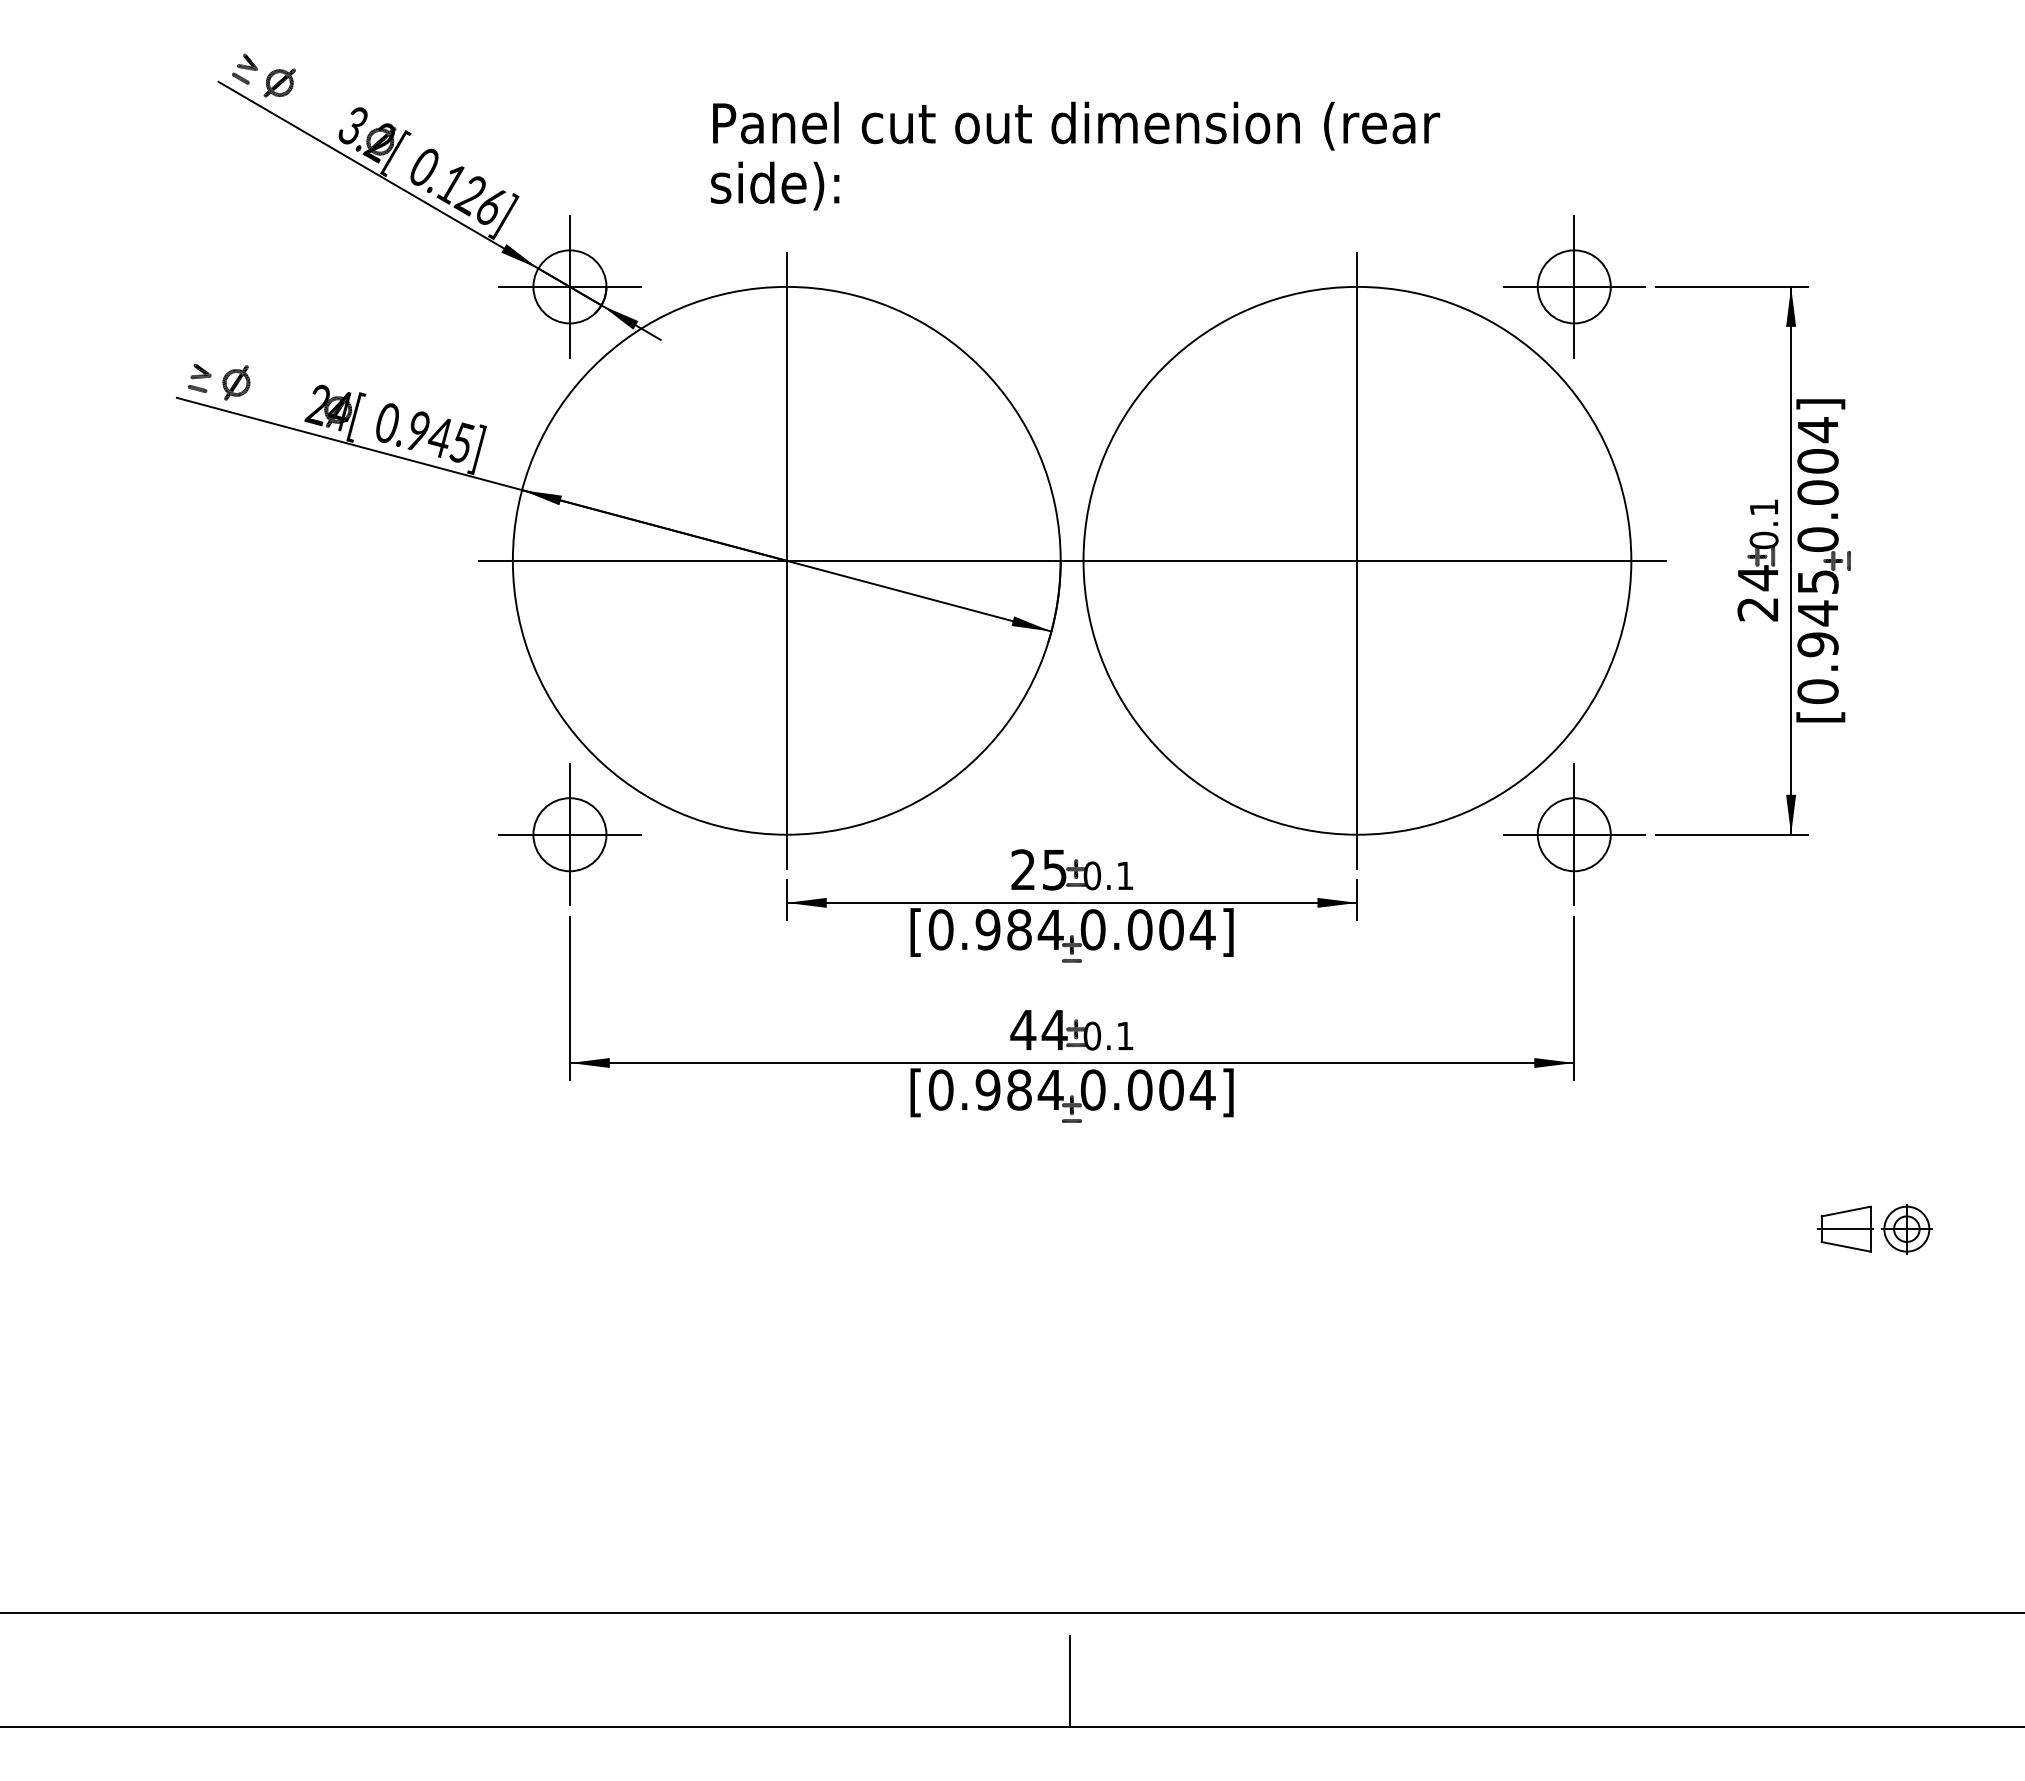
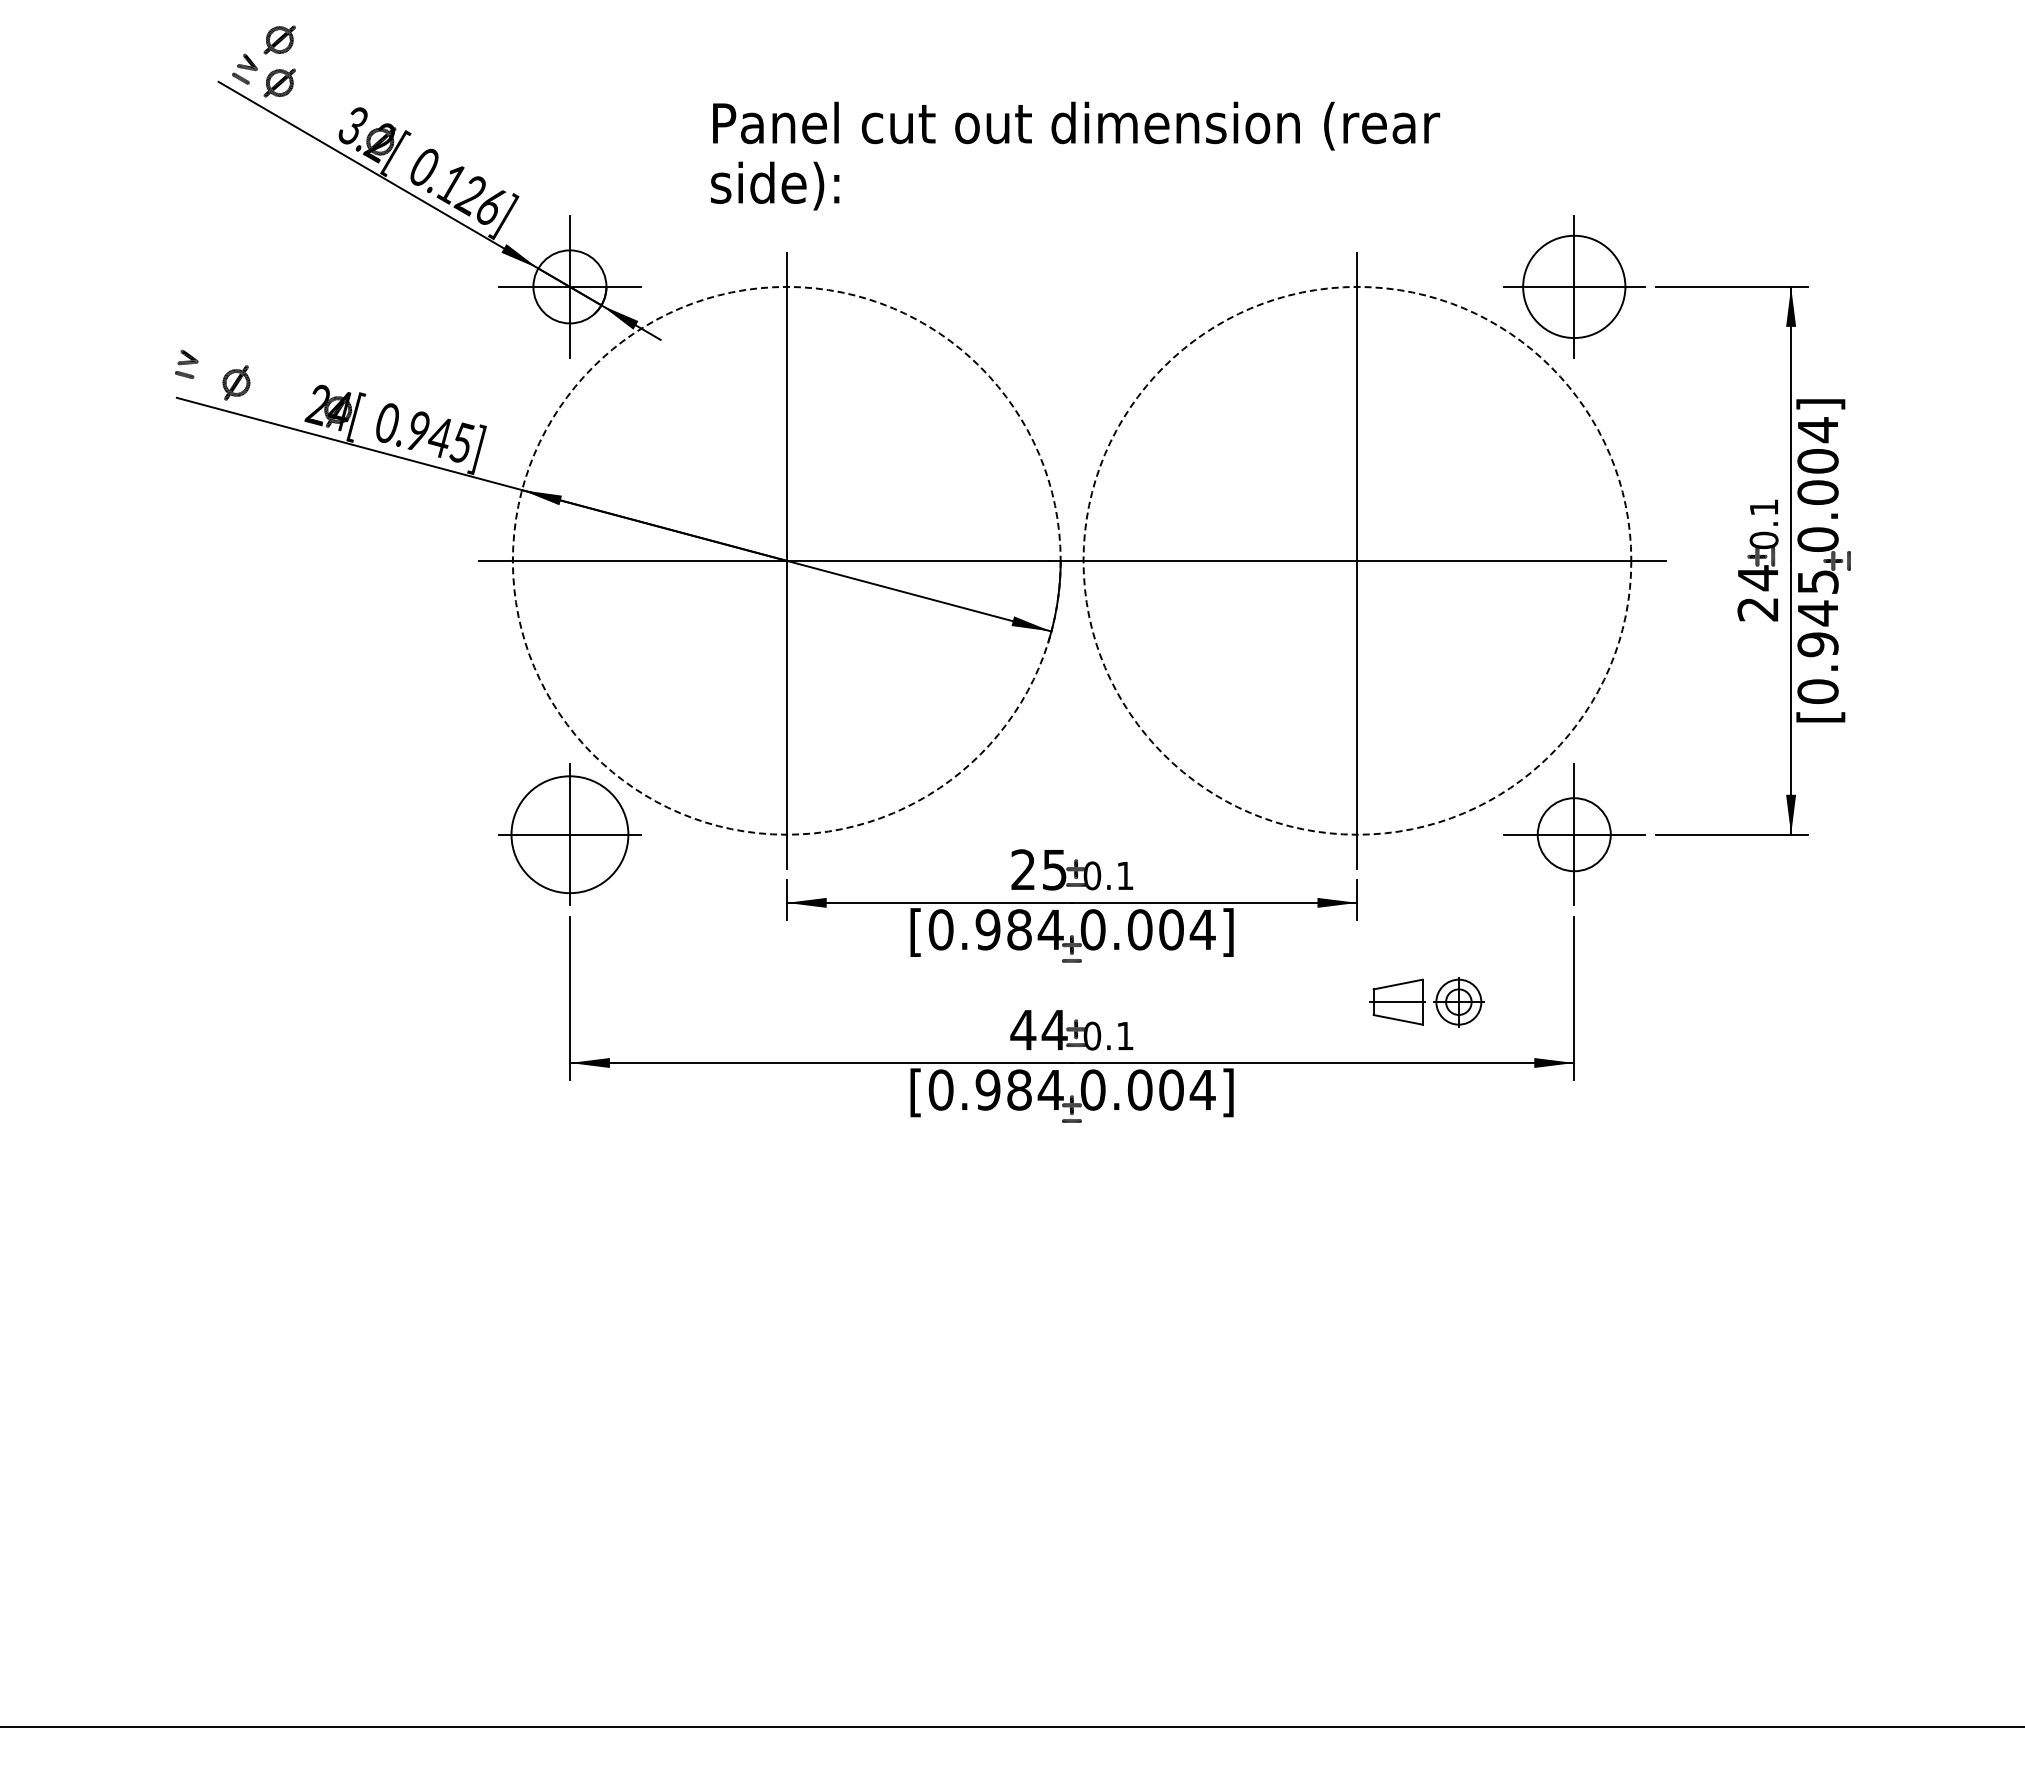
part at (279, 39): none -> present
circle at (1573, 286) diameter: 73 px -> 102 px
part at (199, 378) position: (199, 378) -> (186, 364)
circle at (786, 560): solid -> dashed
circle at (1357, 560): solid -> dashed
circle at (569, 834) diameter: 73 px -> 117 px
part at (1874, 1229) position: (1874, 1229) -> (1426, 1002)
line at (1011, 1613): present -> none
line at (1070, 1681): present -> none
